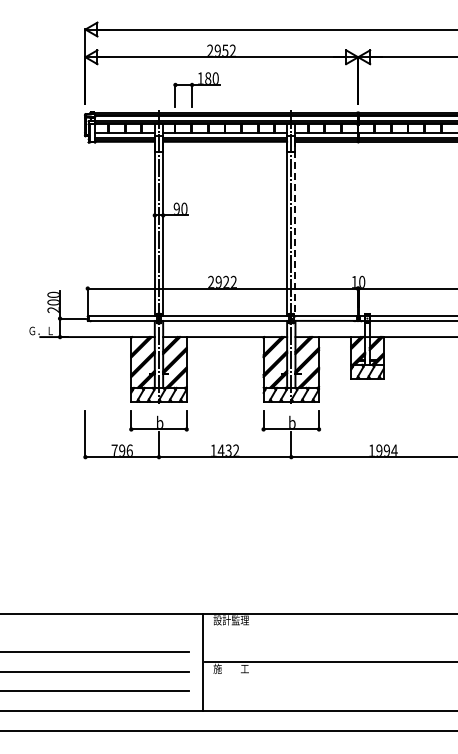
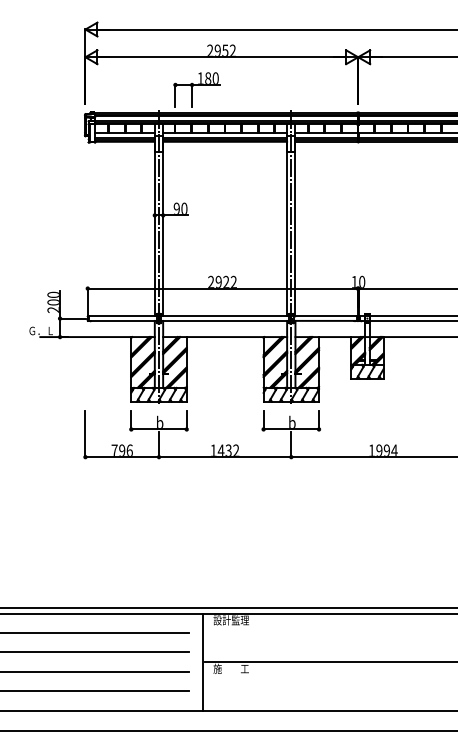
line at (295, 228): dashed -> solid
line at (228, 608): none -> present
line at (95, 632): none -> present
